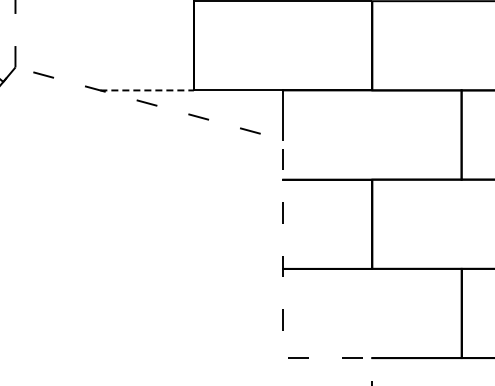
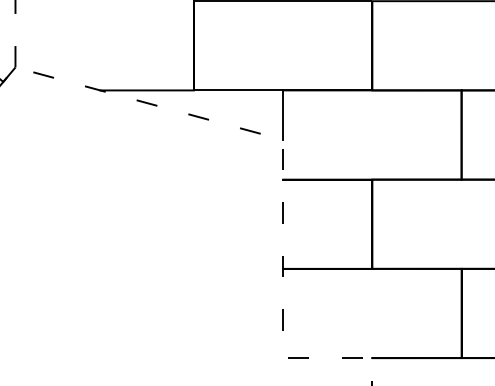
line at (147, 90): dashed -> solid
